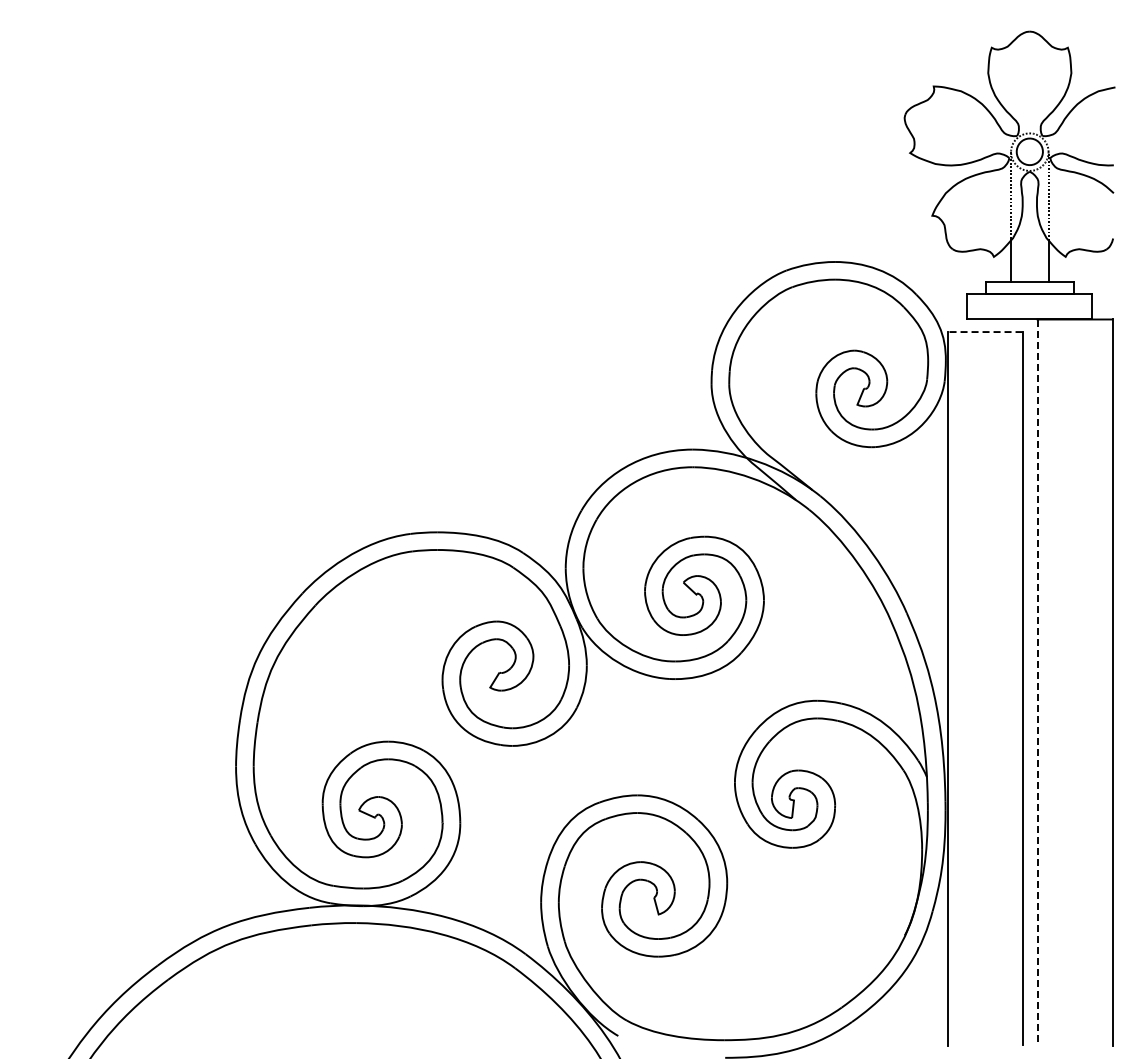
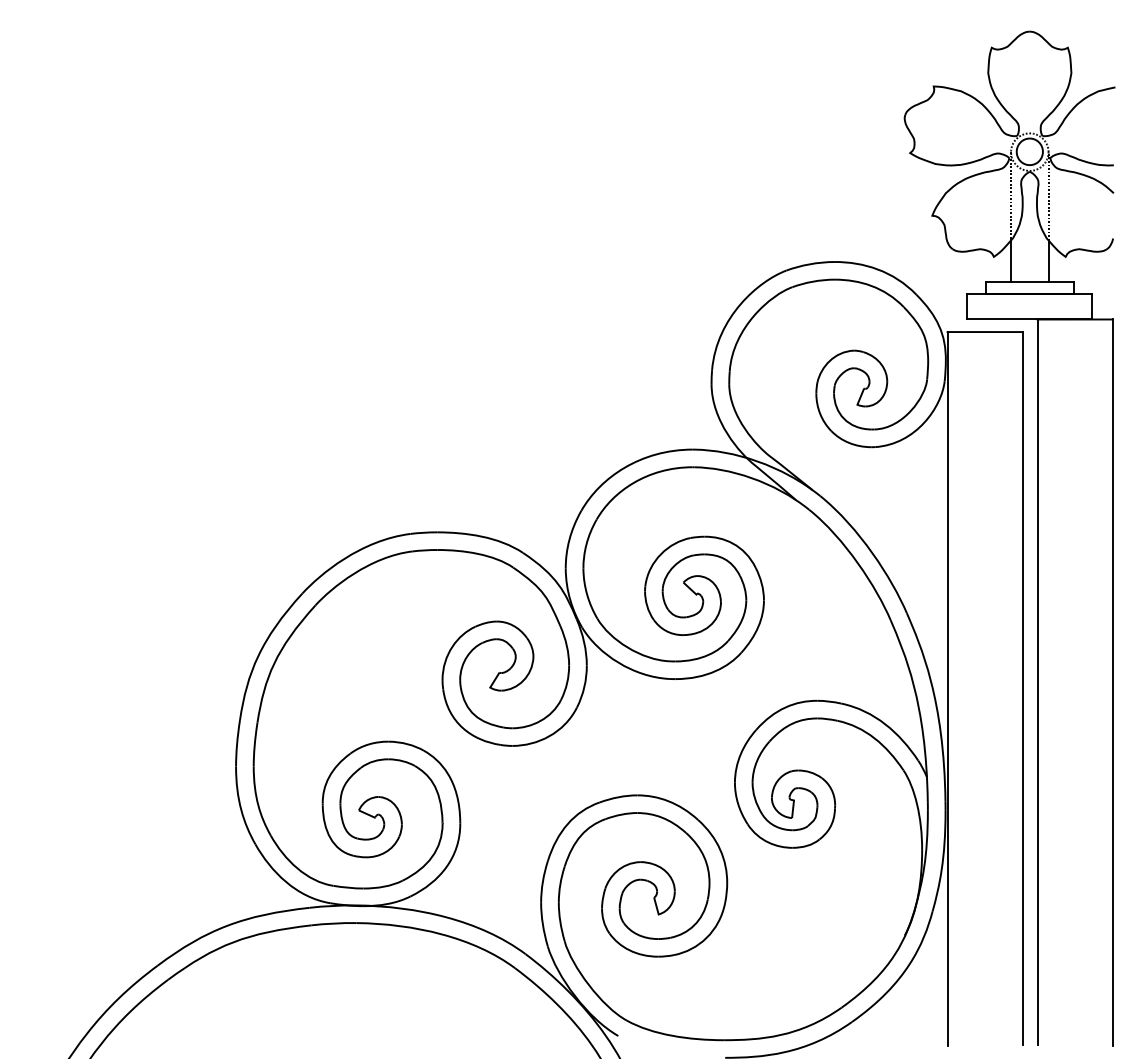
line at (984, 332): dashed -> solid
line at (1037, 682): dashed -> solid
